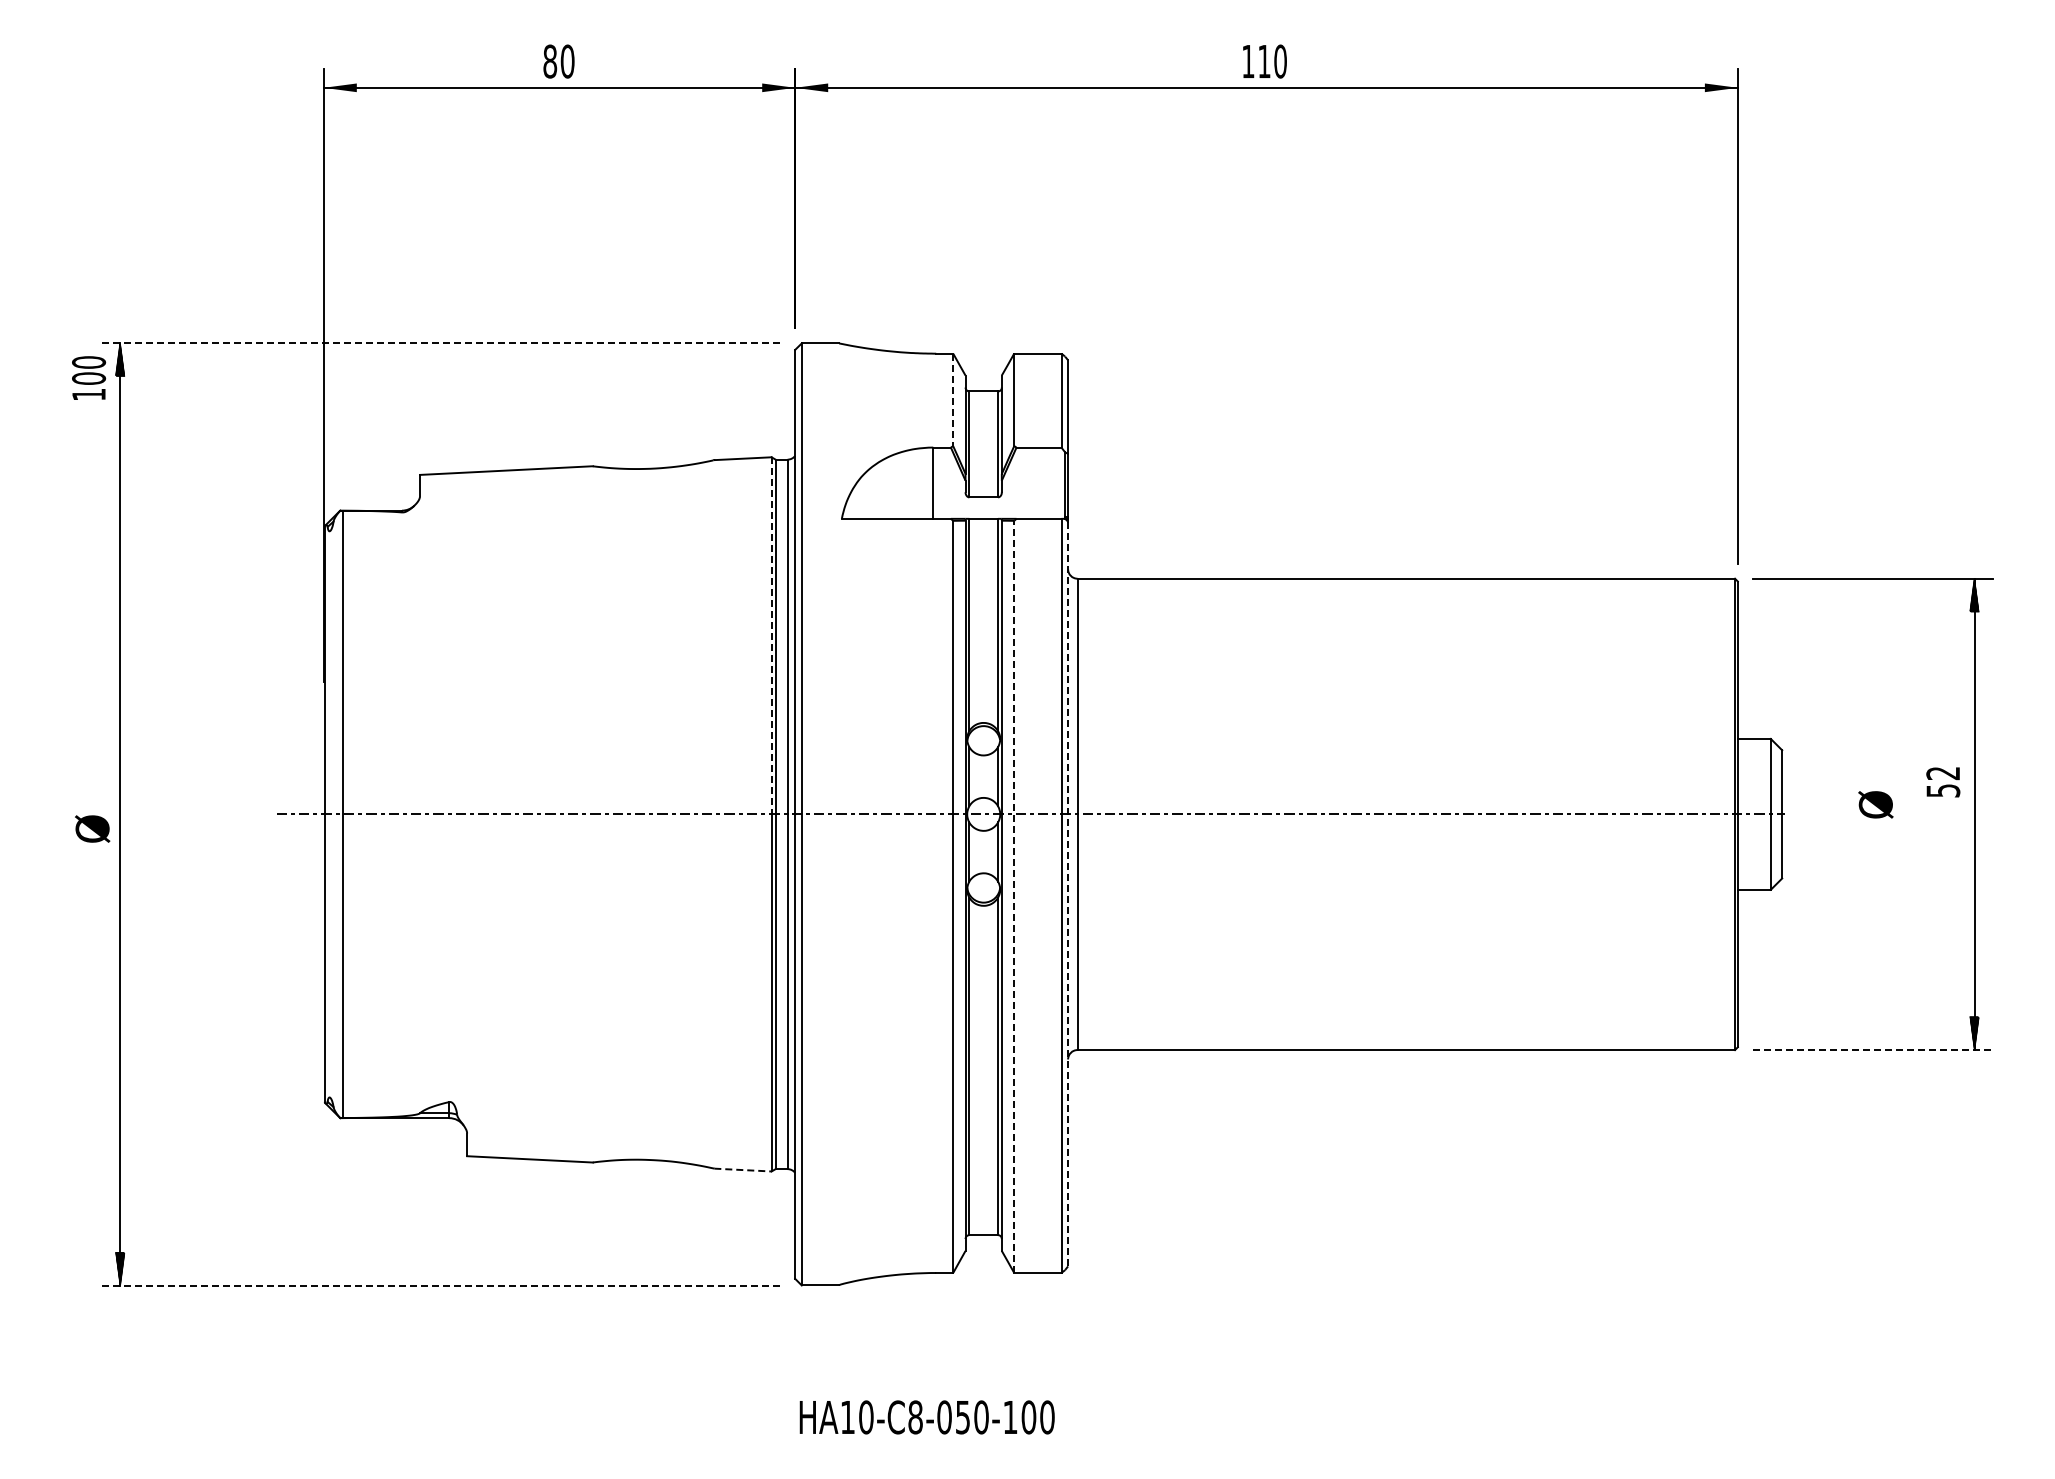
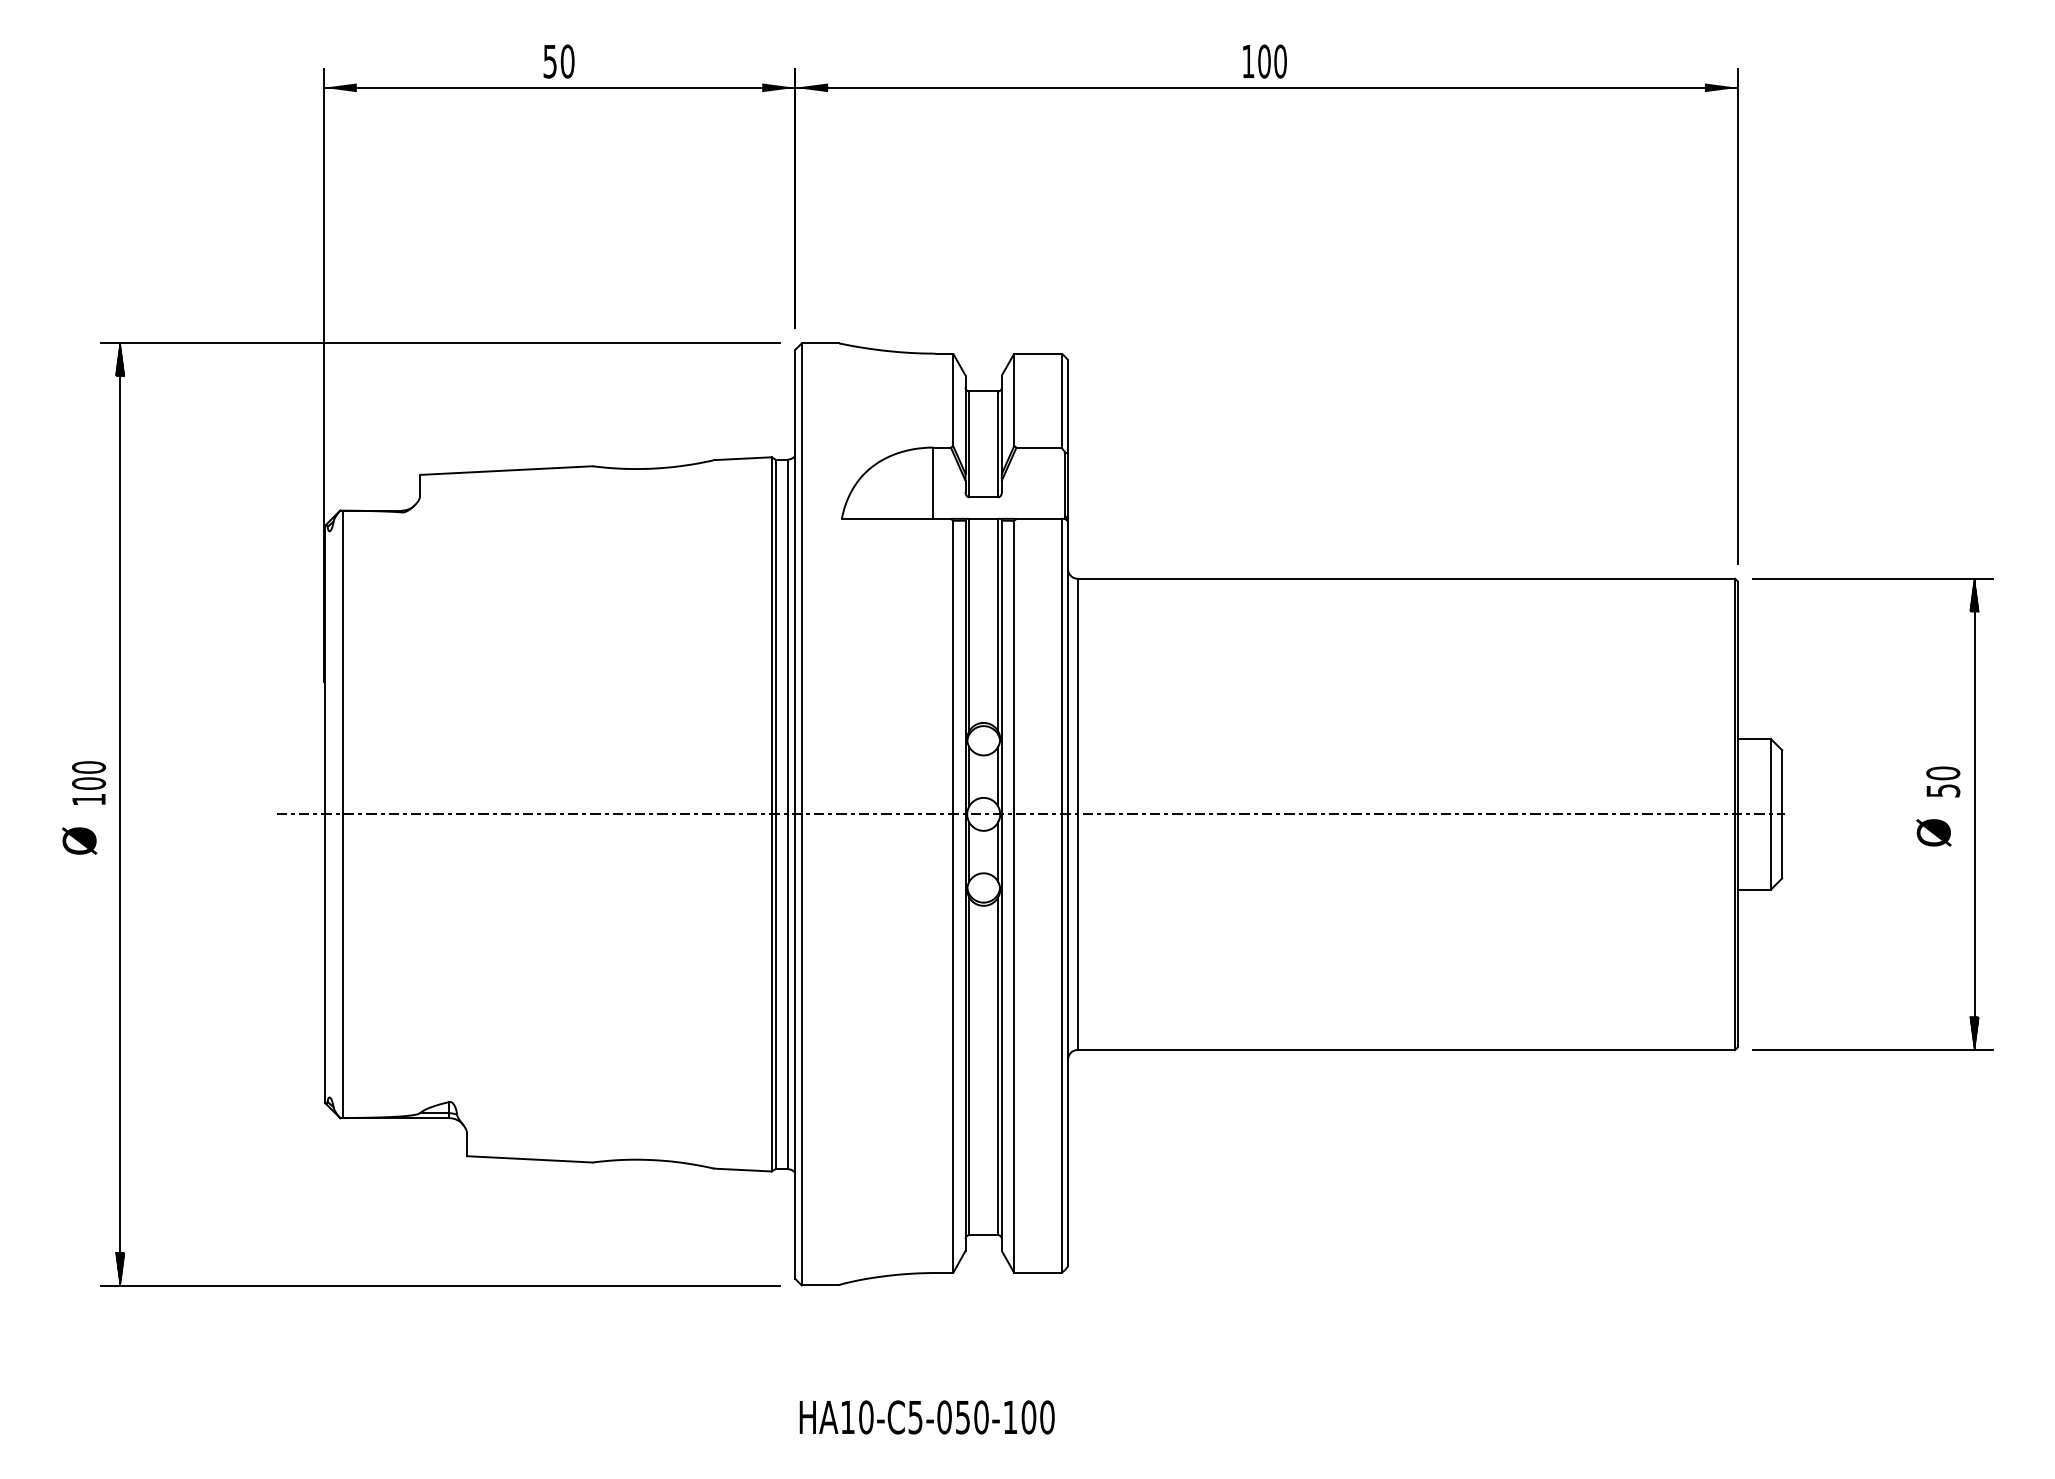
text at (550, 61): 80 -> 50
text at (1264, 61): 110 -> 100
line at (440, 343): dashed -> solid
text at (89, 377) position: (89, 377) -> (89, 782)
line at (953, 400): dashed -> solid
line at (771, 635): dashed -> solid
text at (1943, 773): 52 -> 50
text at (1875, 804) position: (1875, 804) -> (1933, 832)
text at (92, 828) position: (92, 828) -> (79, 840)
line at (1068, 894): dashed -> solid
line at (1014, 896): dashed -> solid
line at (1873, 1050): dashed -> solid
line at (742, 1170): dashed -> solid
line at (440, 1285): dashed -> solid
text at (915, 1417): HA10-C8-050-100 -> HA10-C5-050-100
